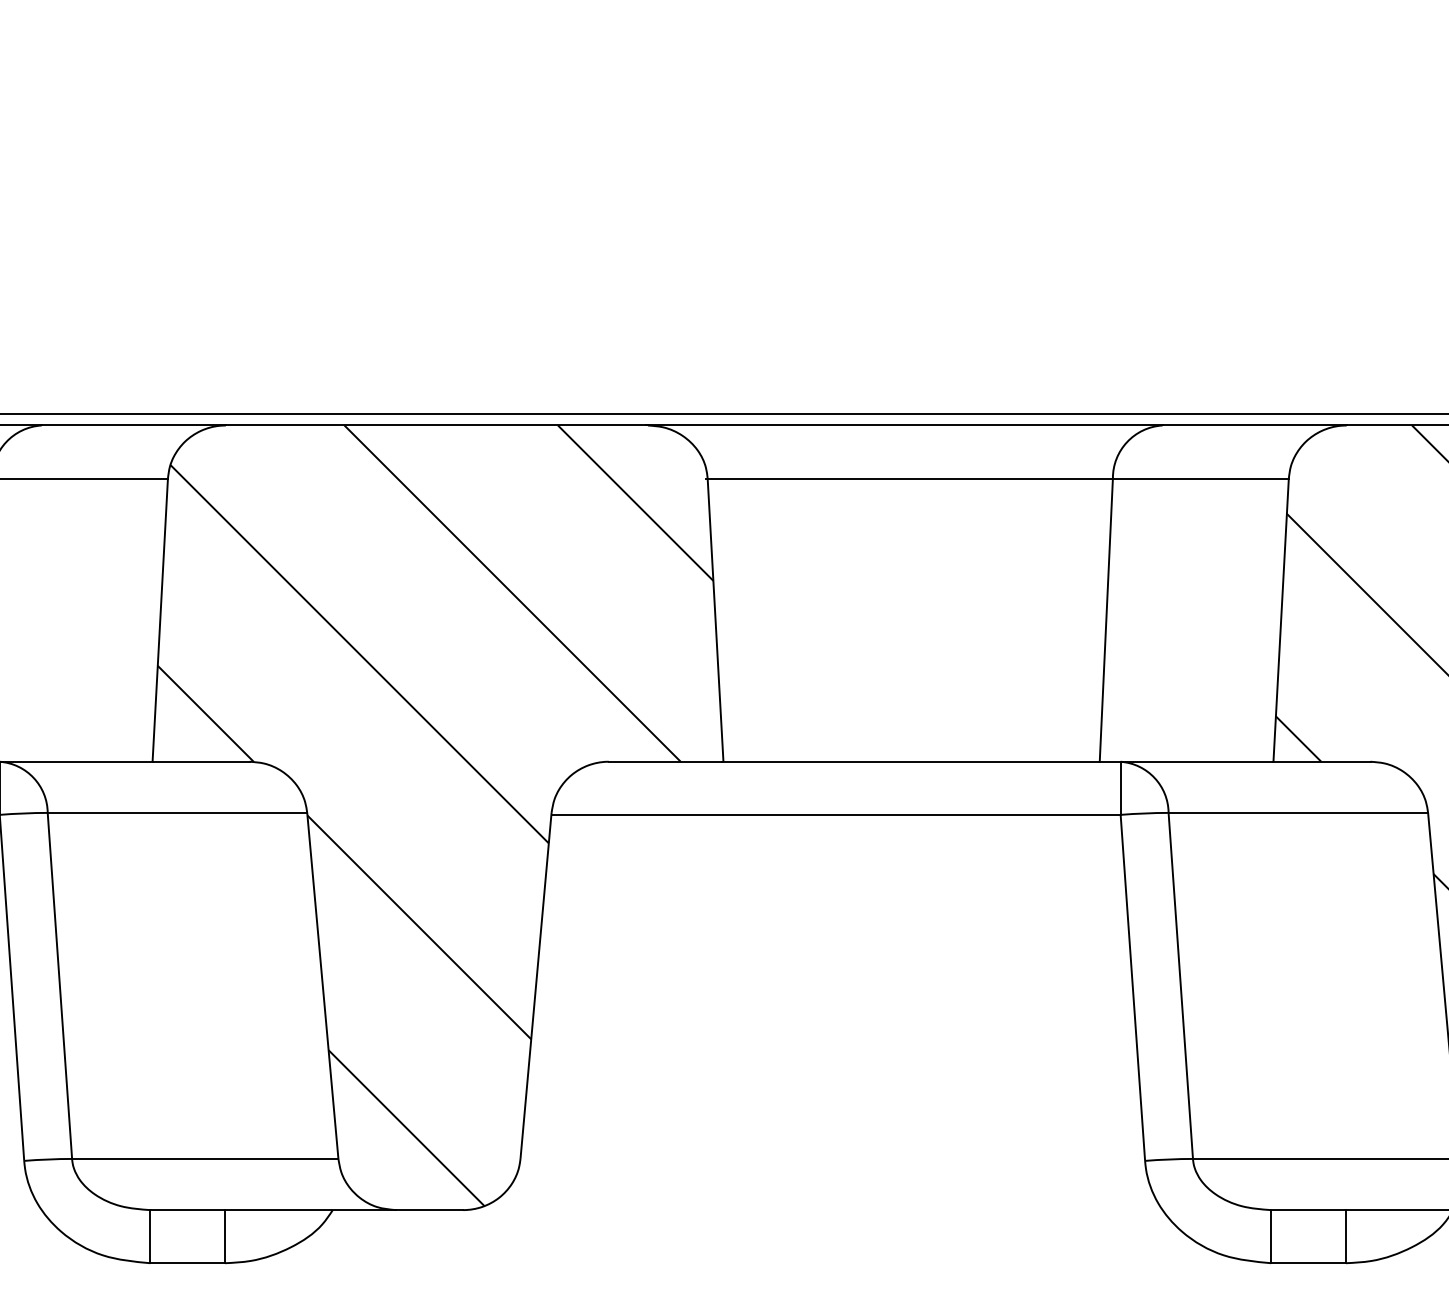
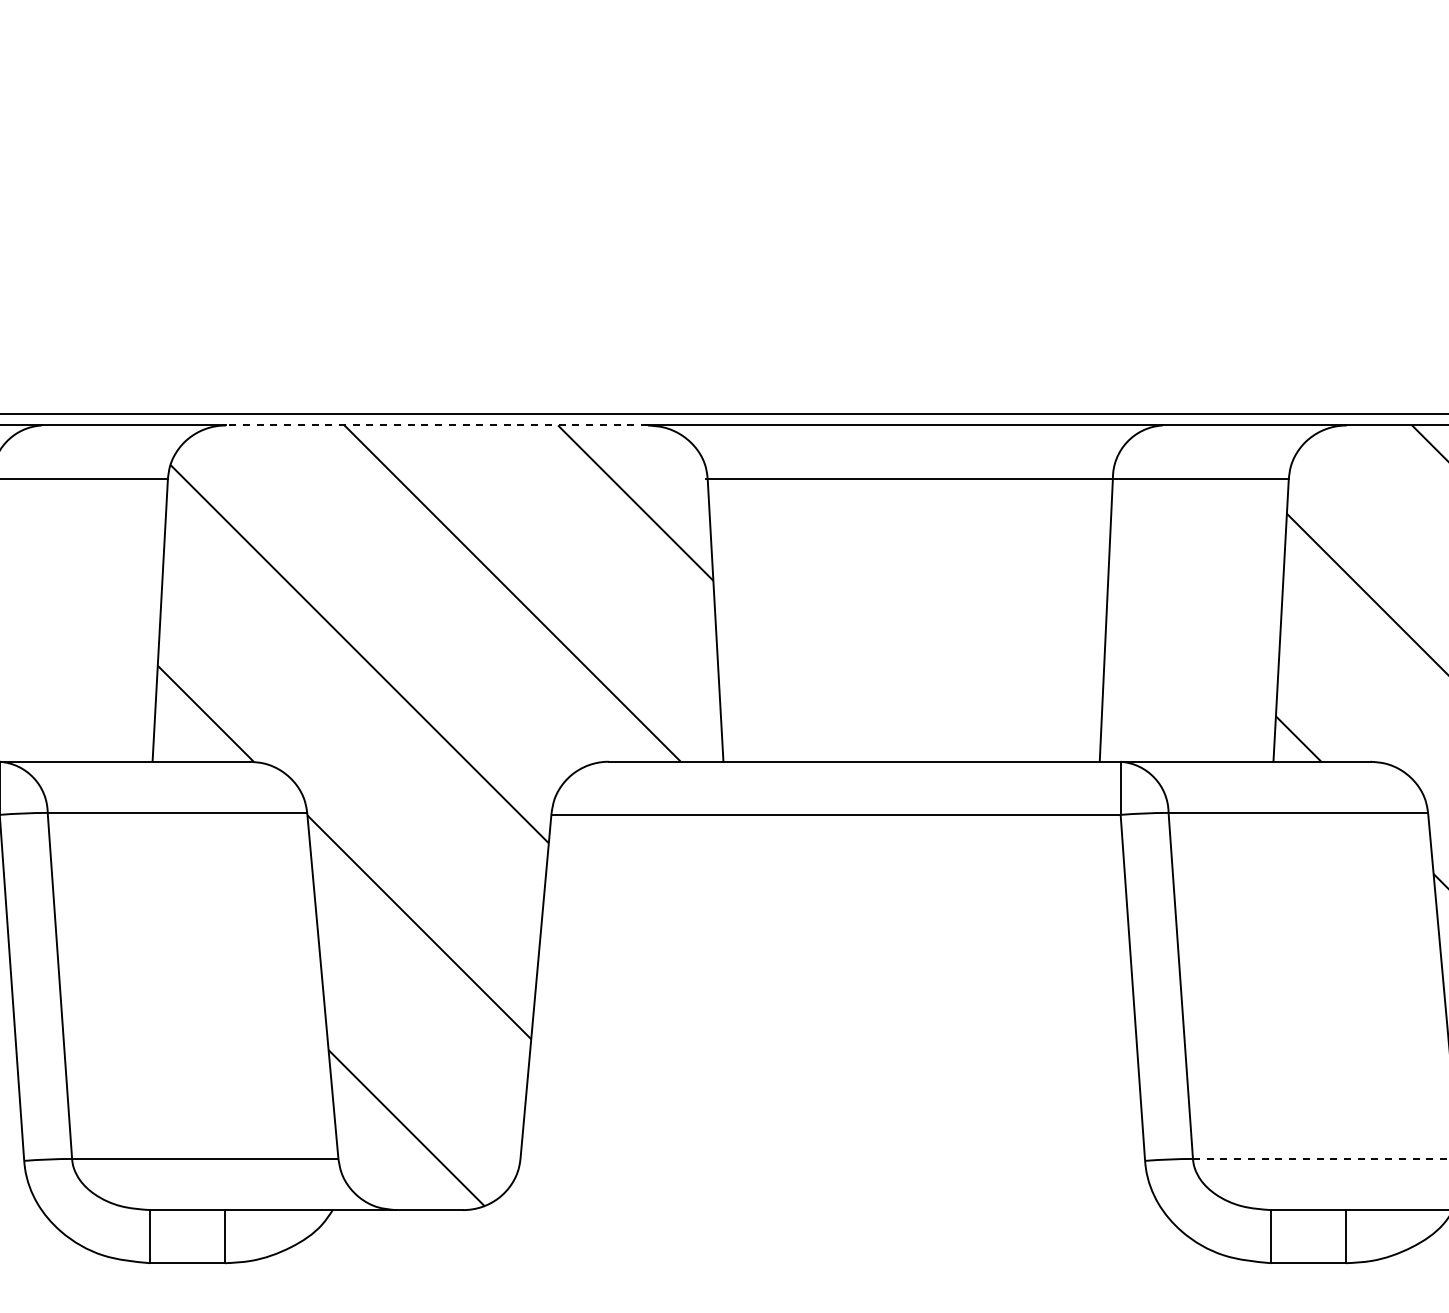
line at (436, 425): solid -> dashed
line at (1320, 1158): solid -> dashed
